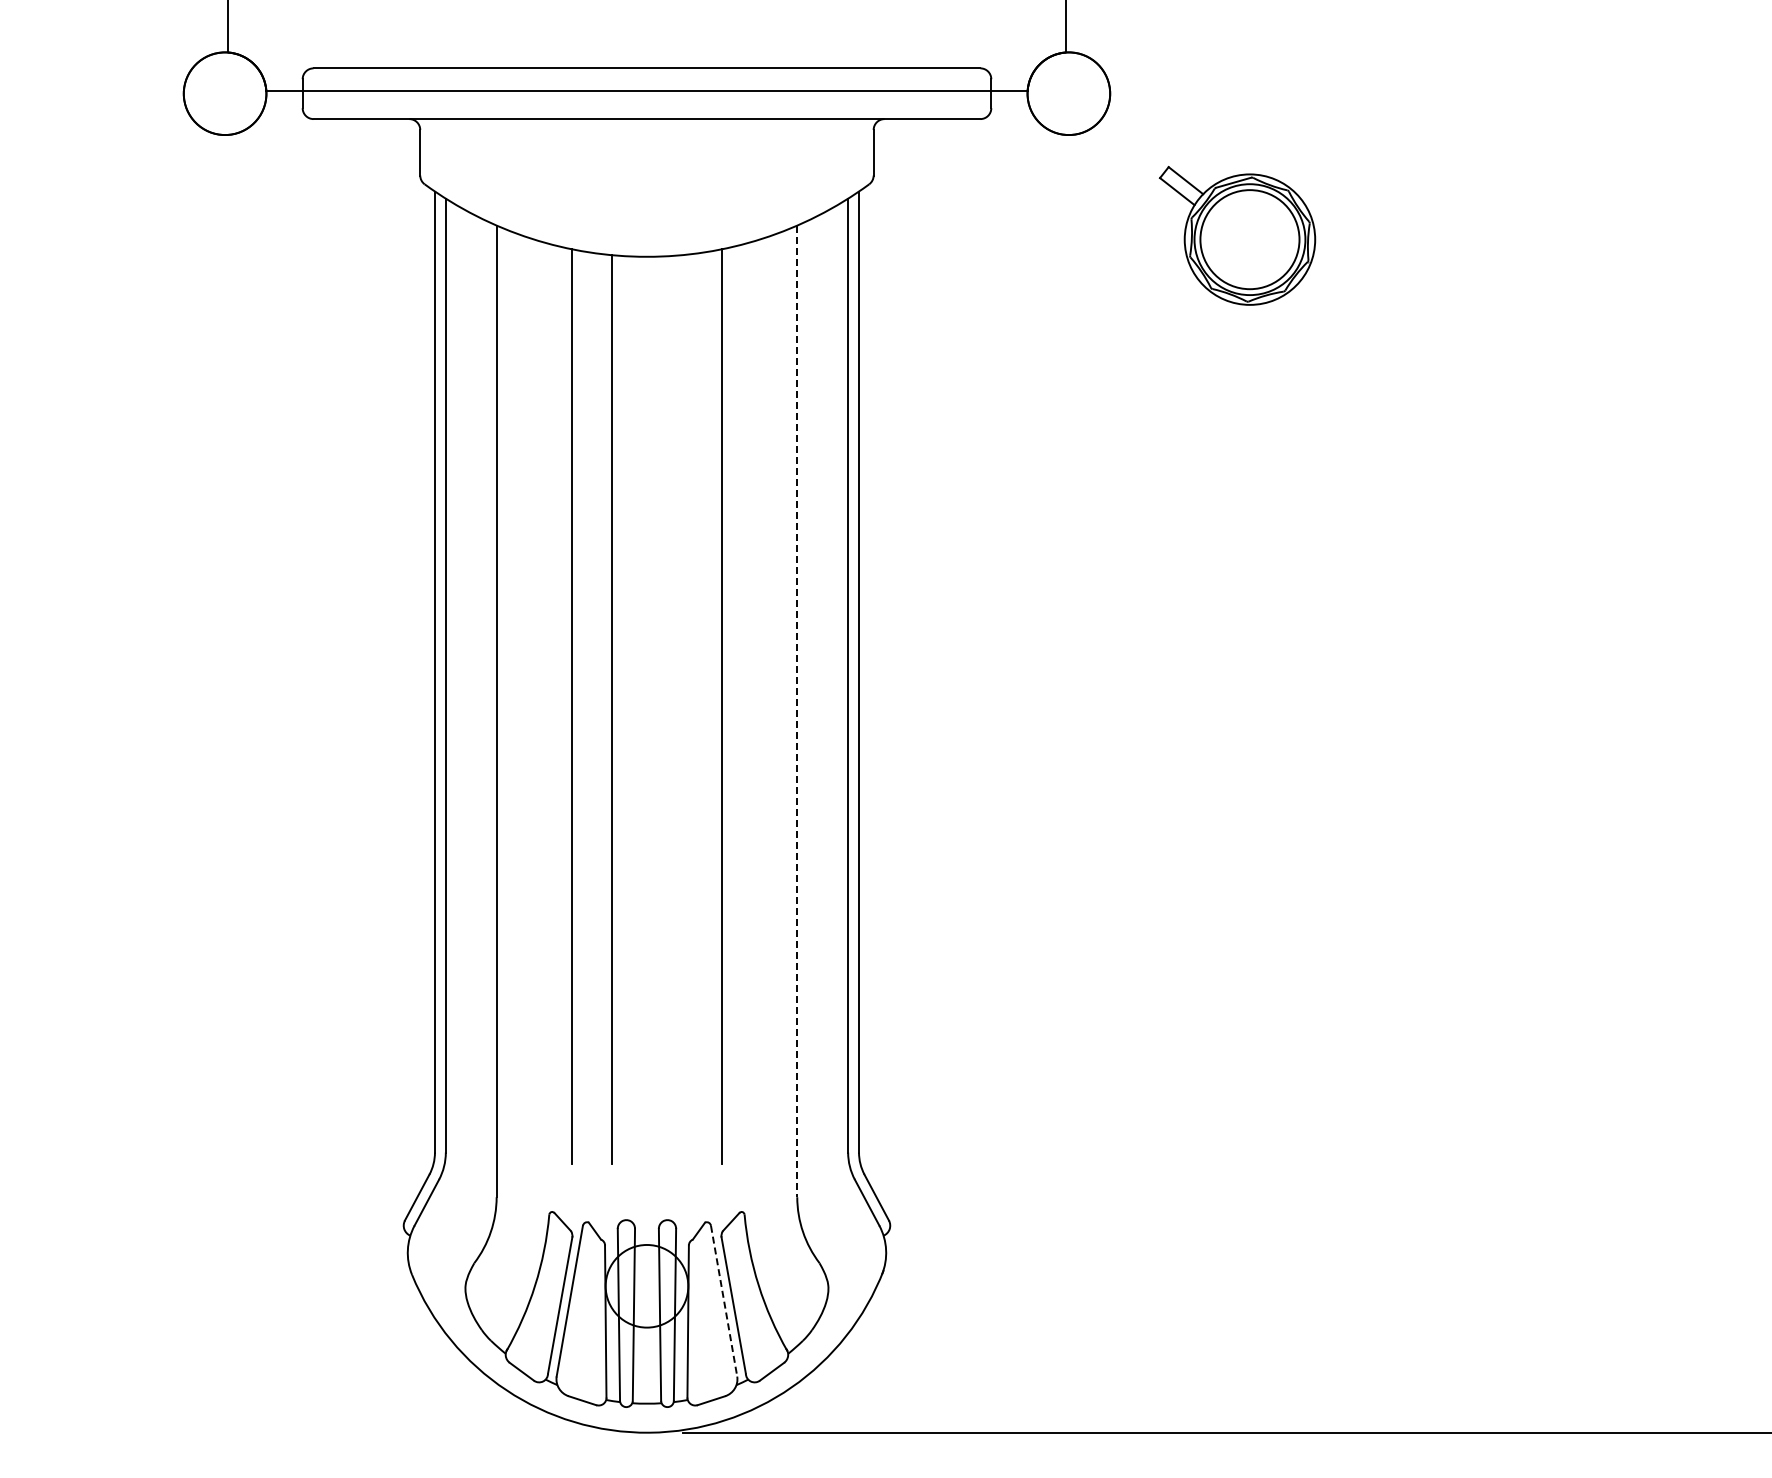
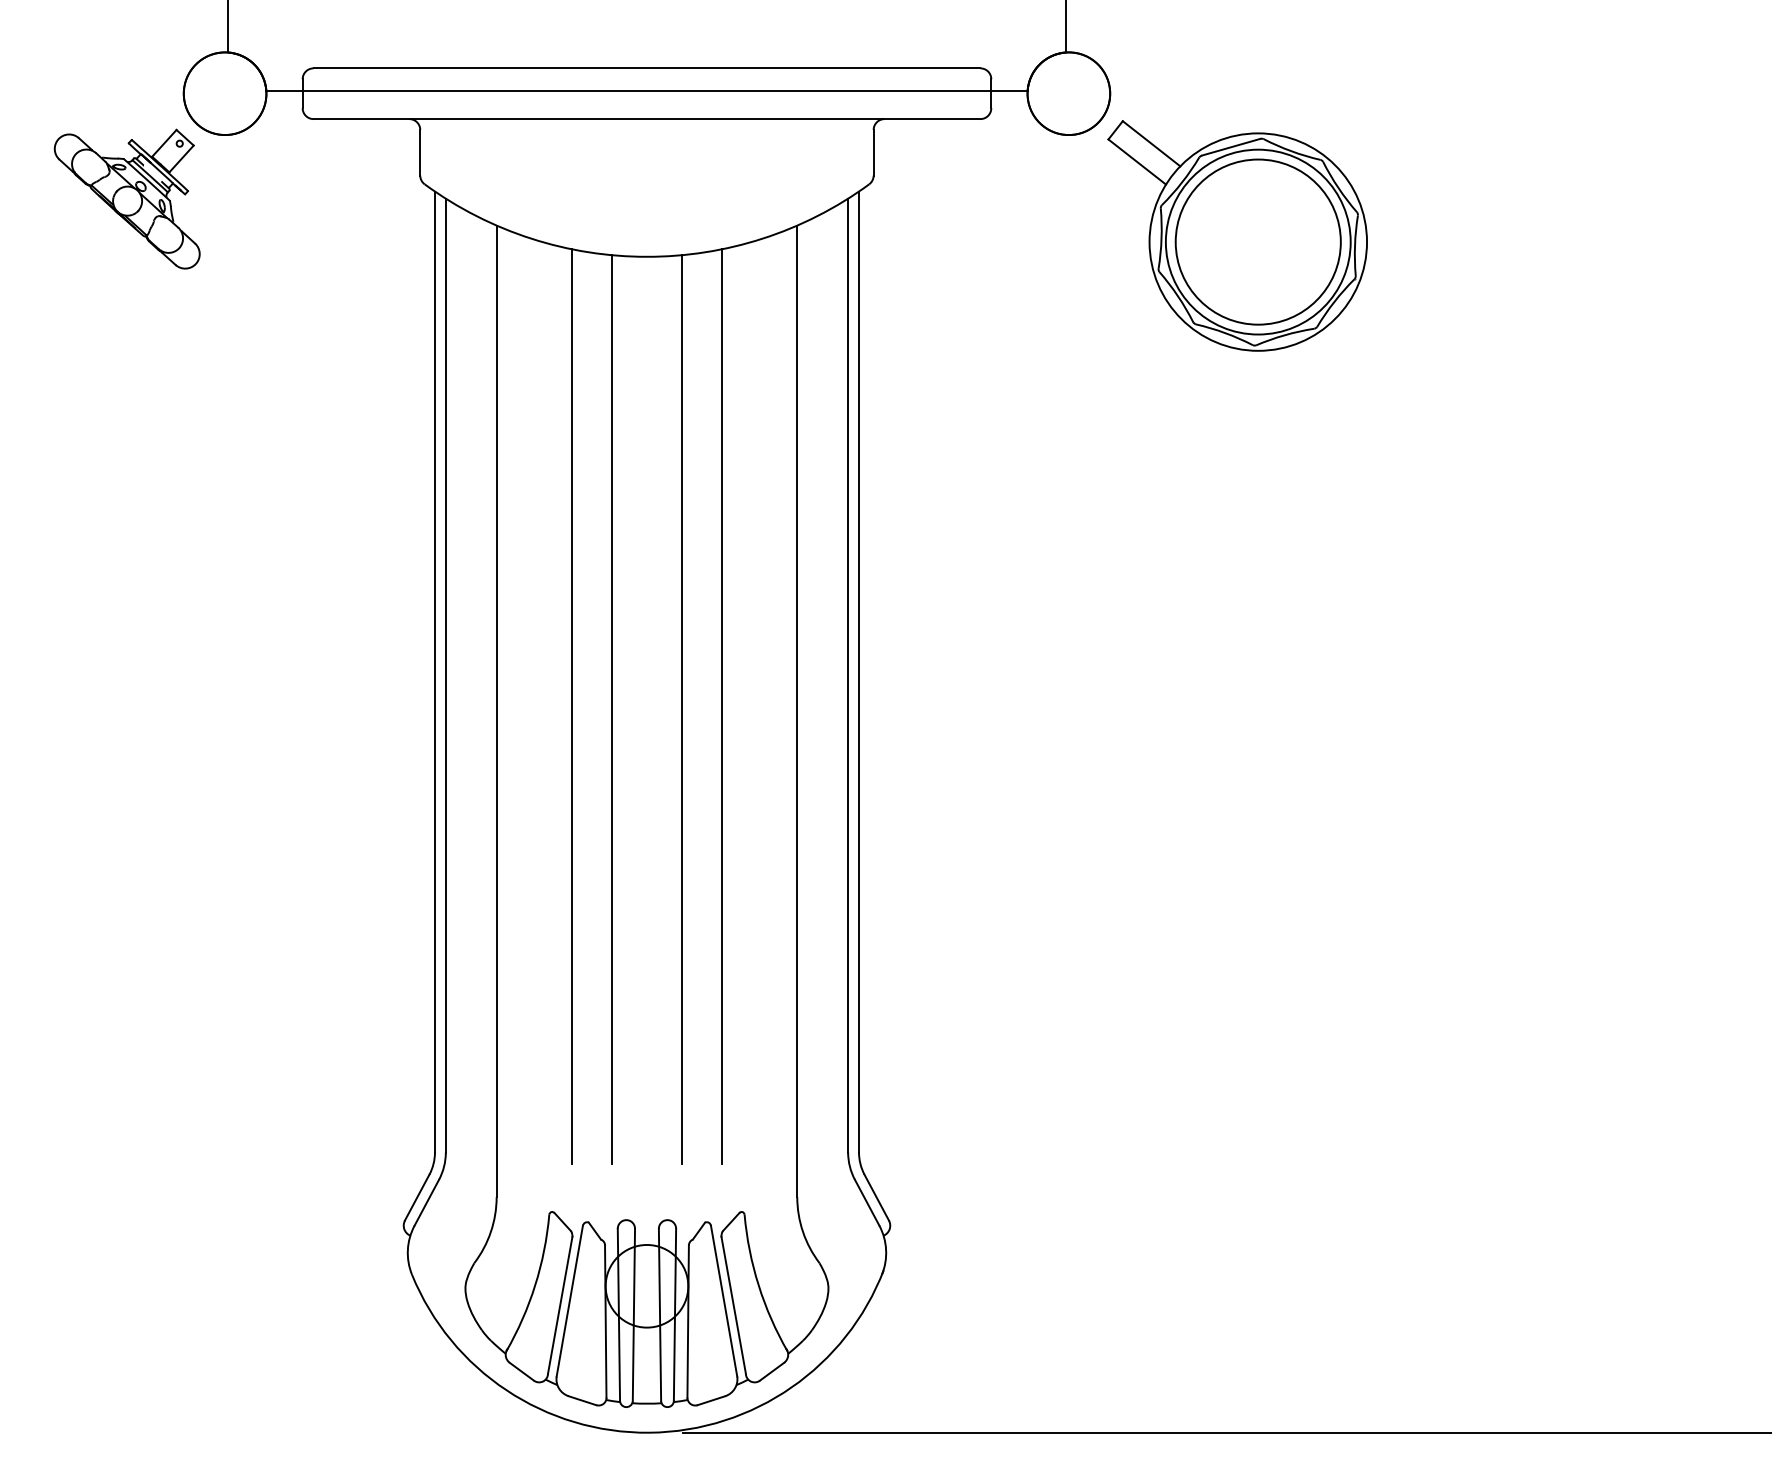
part at (126, 198): none -> present
part at (1237, 235) size: 159x140 px -> 261x232 px
line at (681, 709): none -> present
line at (797, 711): dashed -> solid
line at (724, 1301): dashed -> solid
